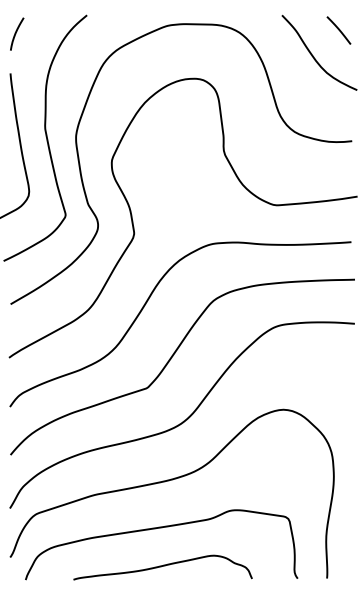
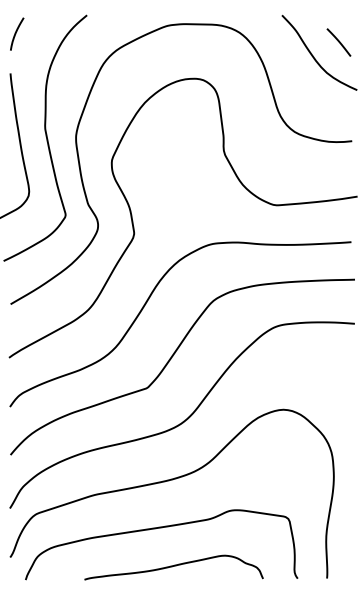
line at (338, 30) position: (338, 30) -> (338, 42)
curve at (162, 566) position: (162, 566) -> (173, 566)
